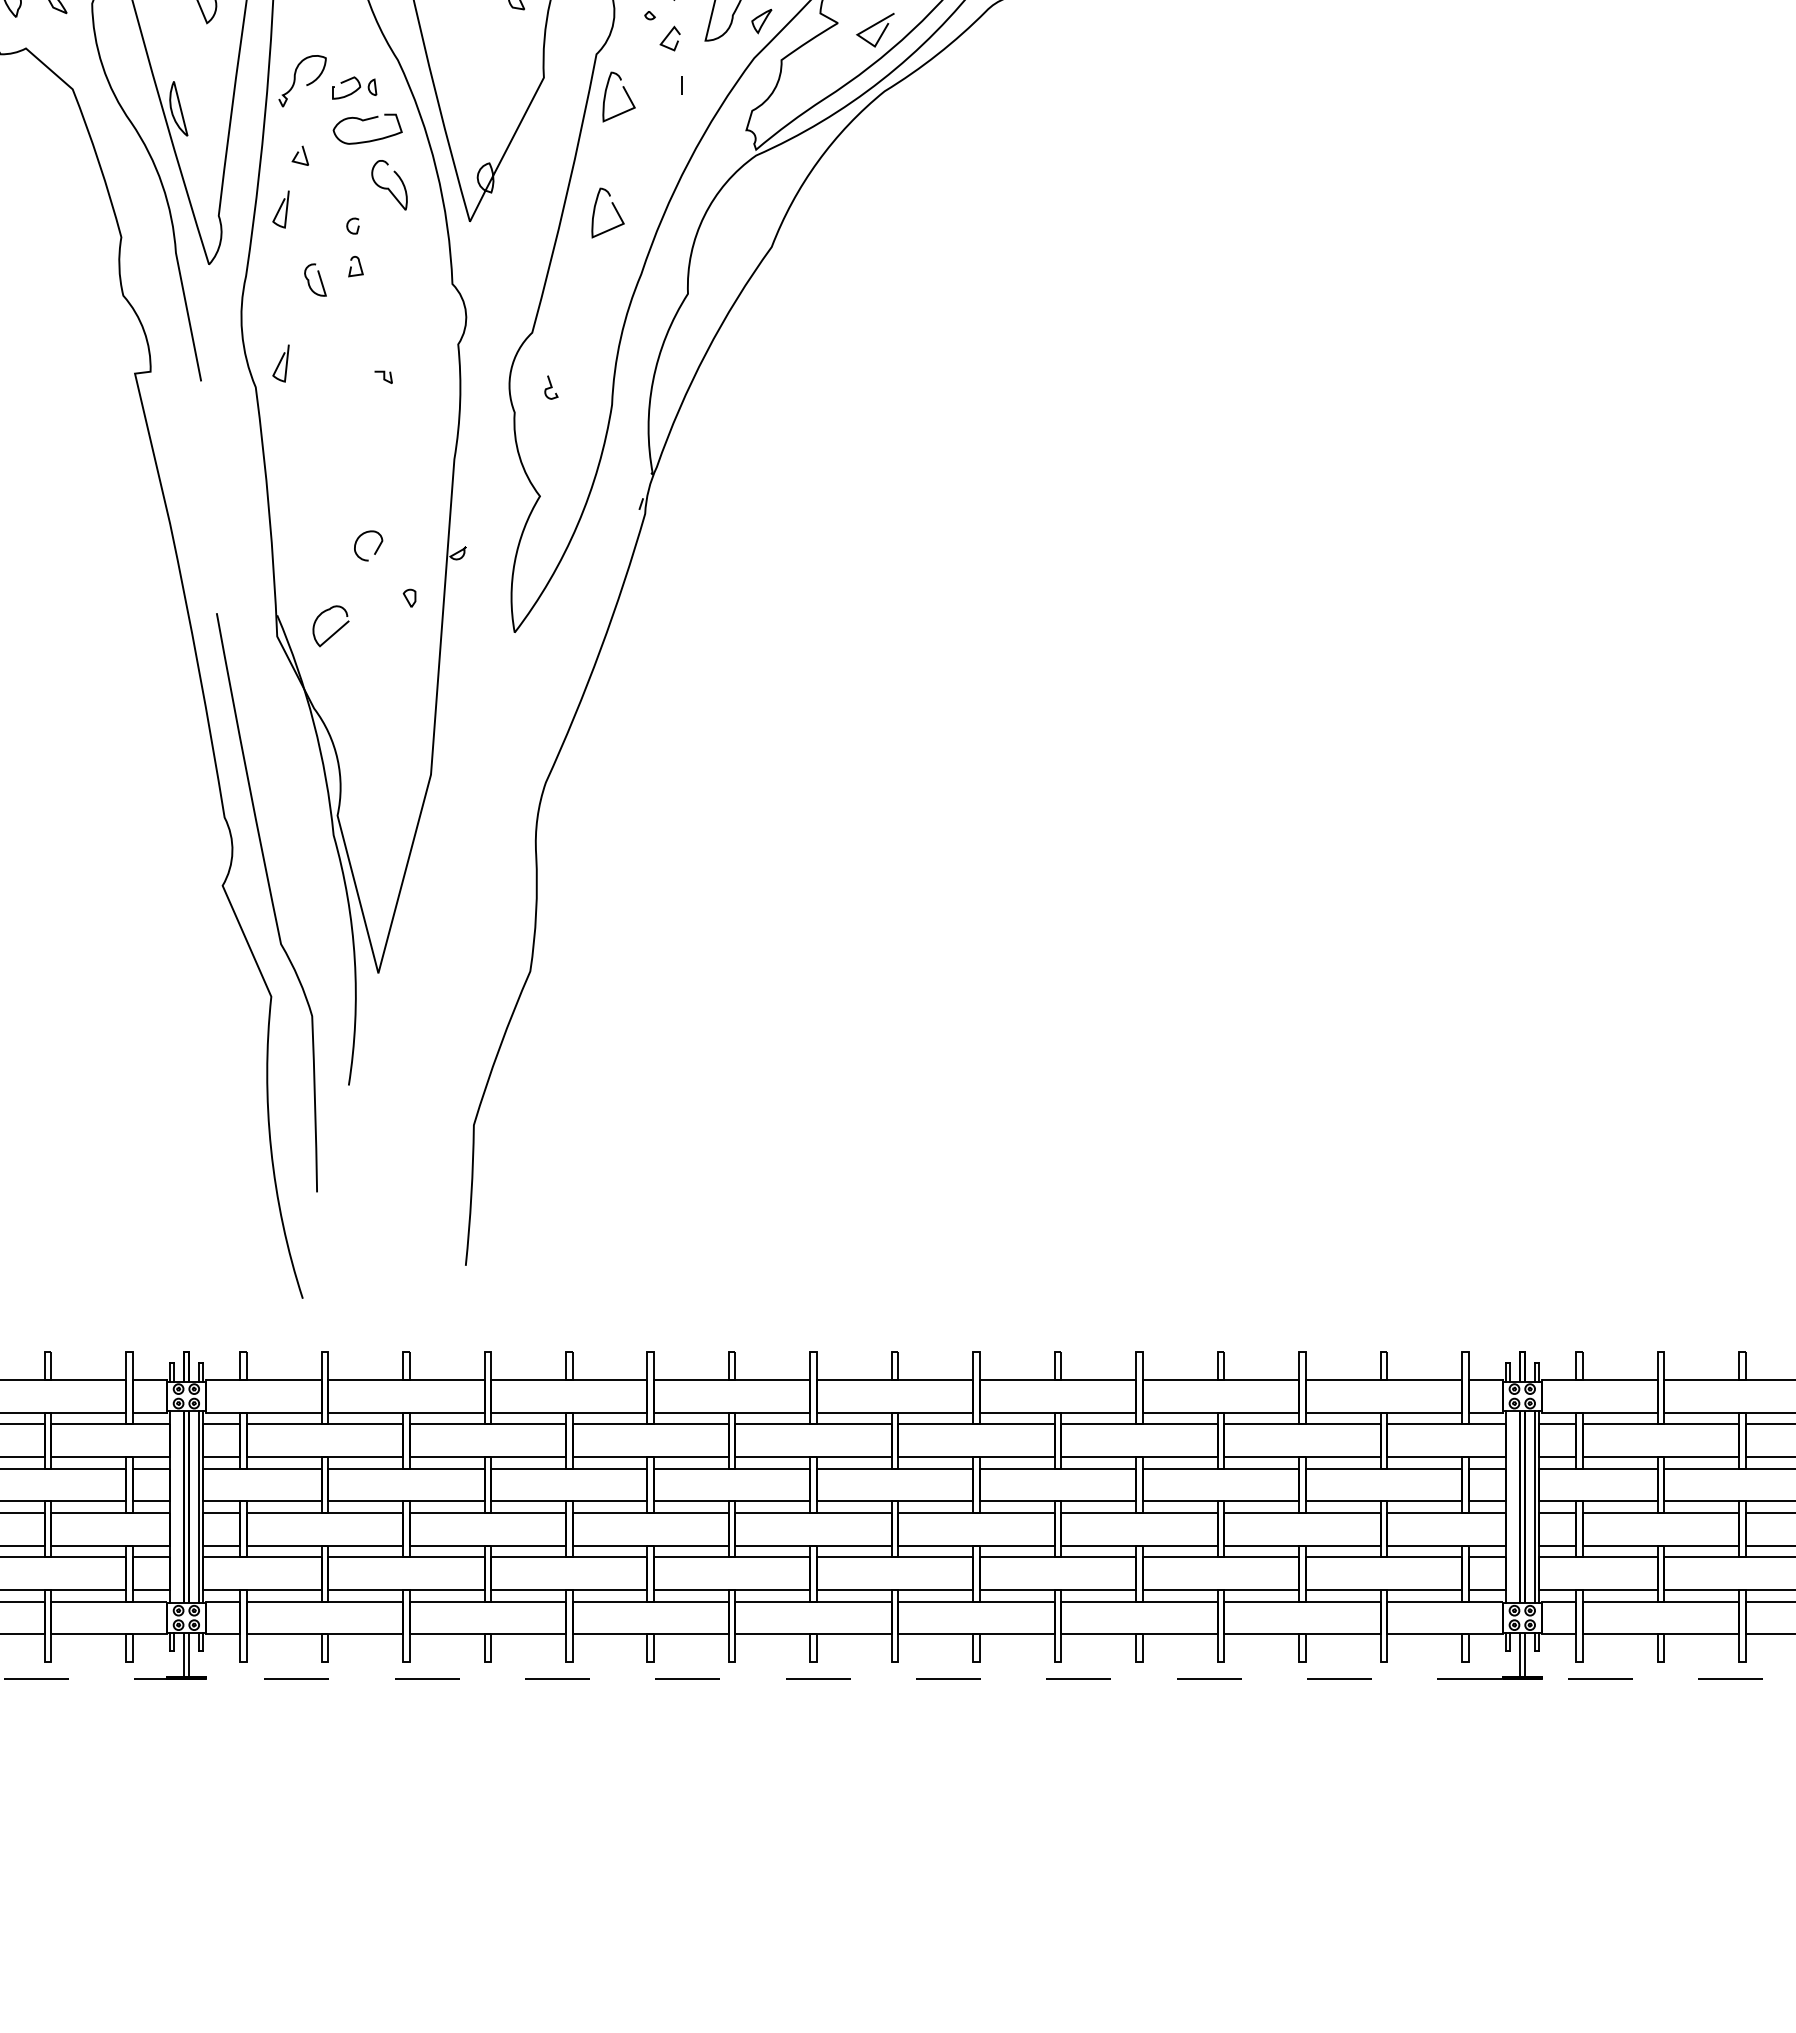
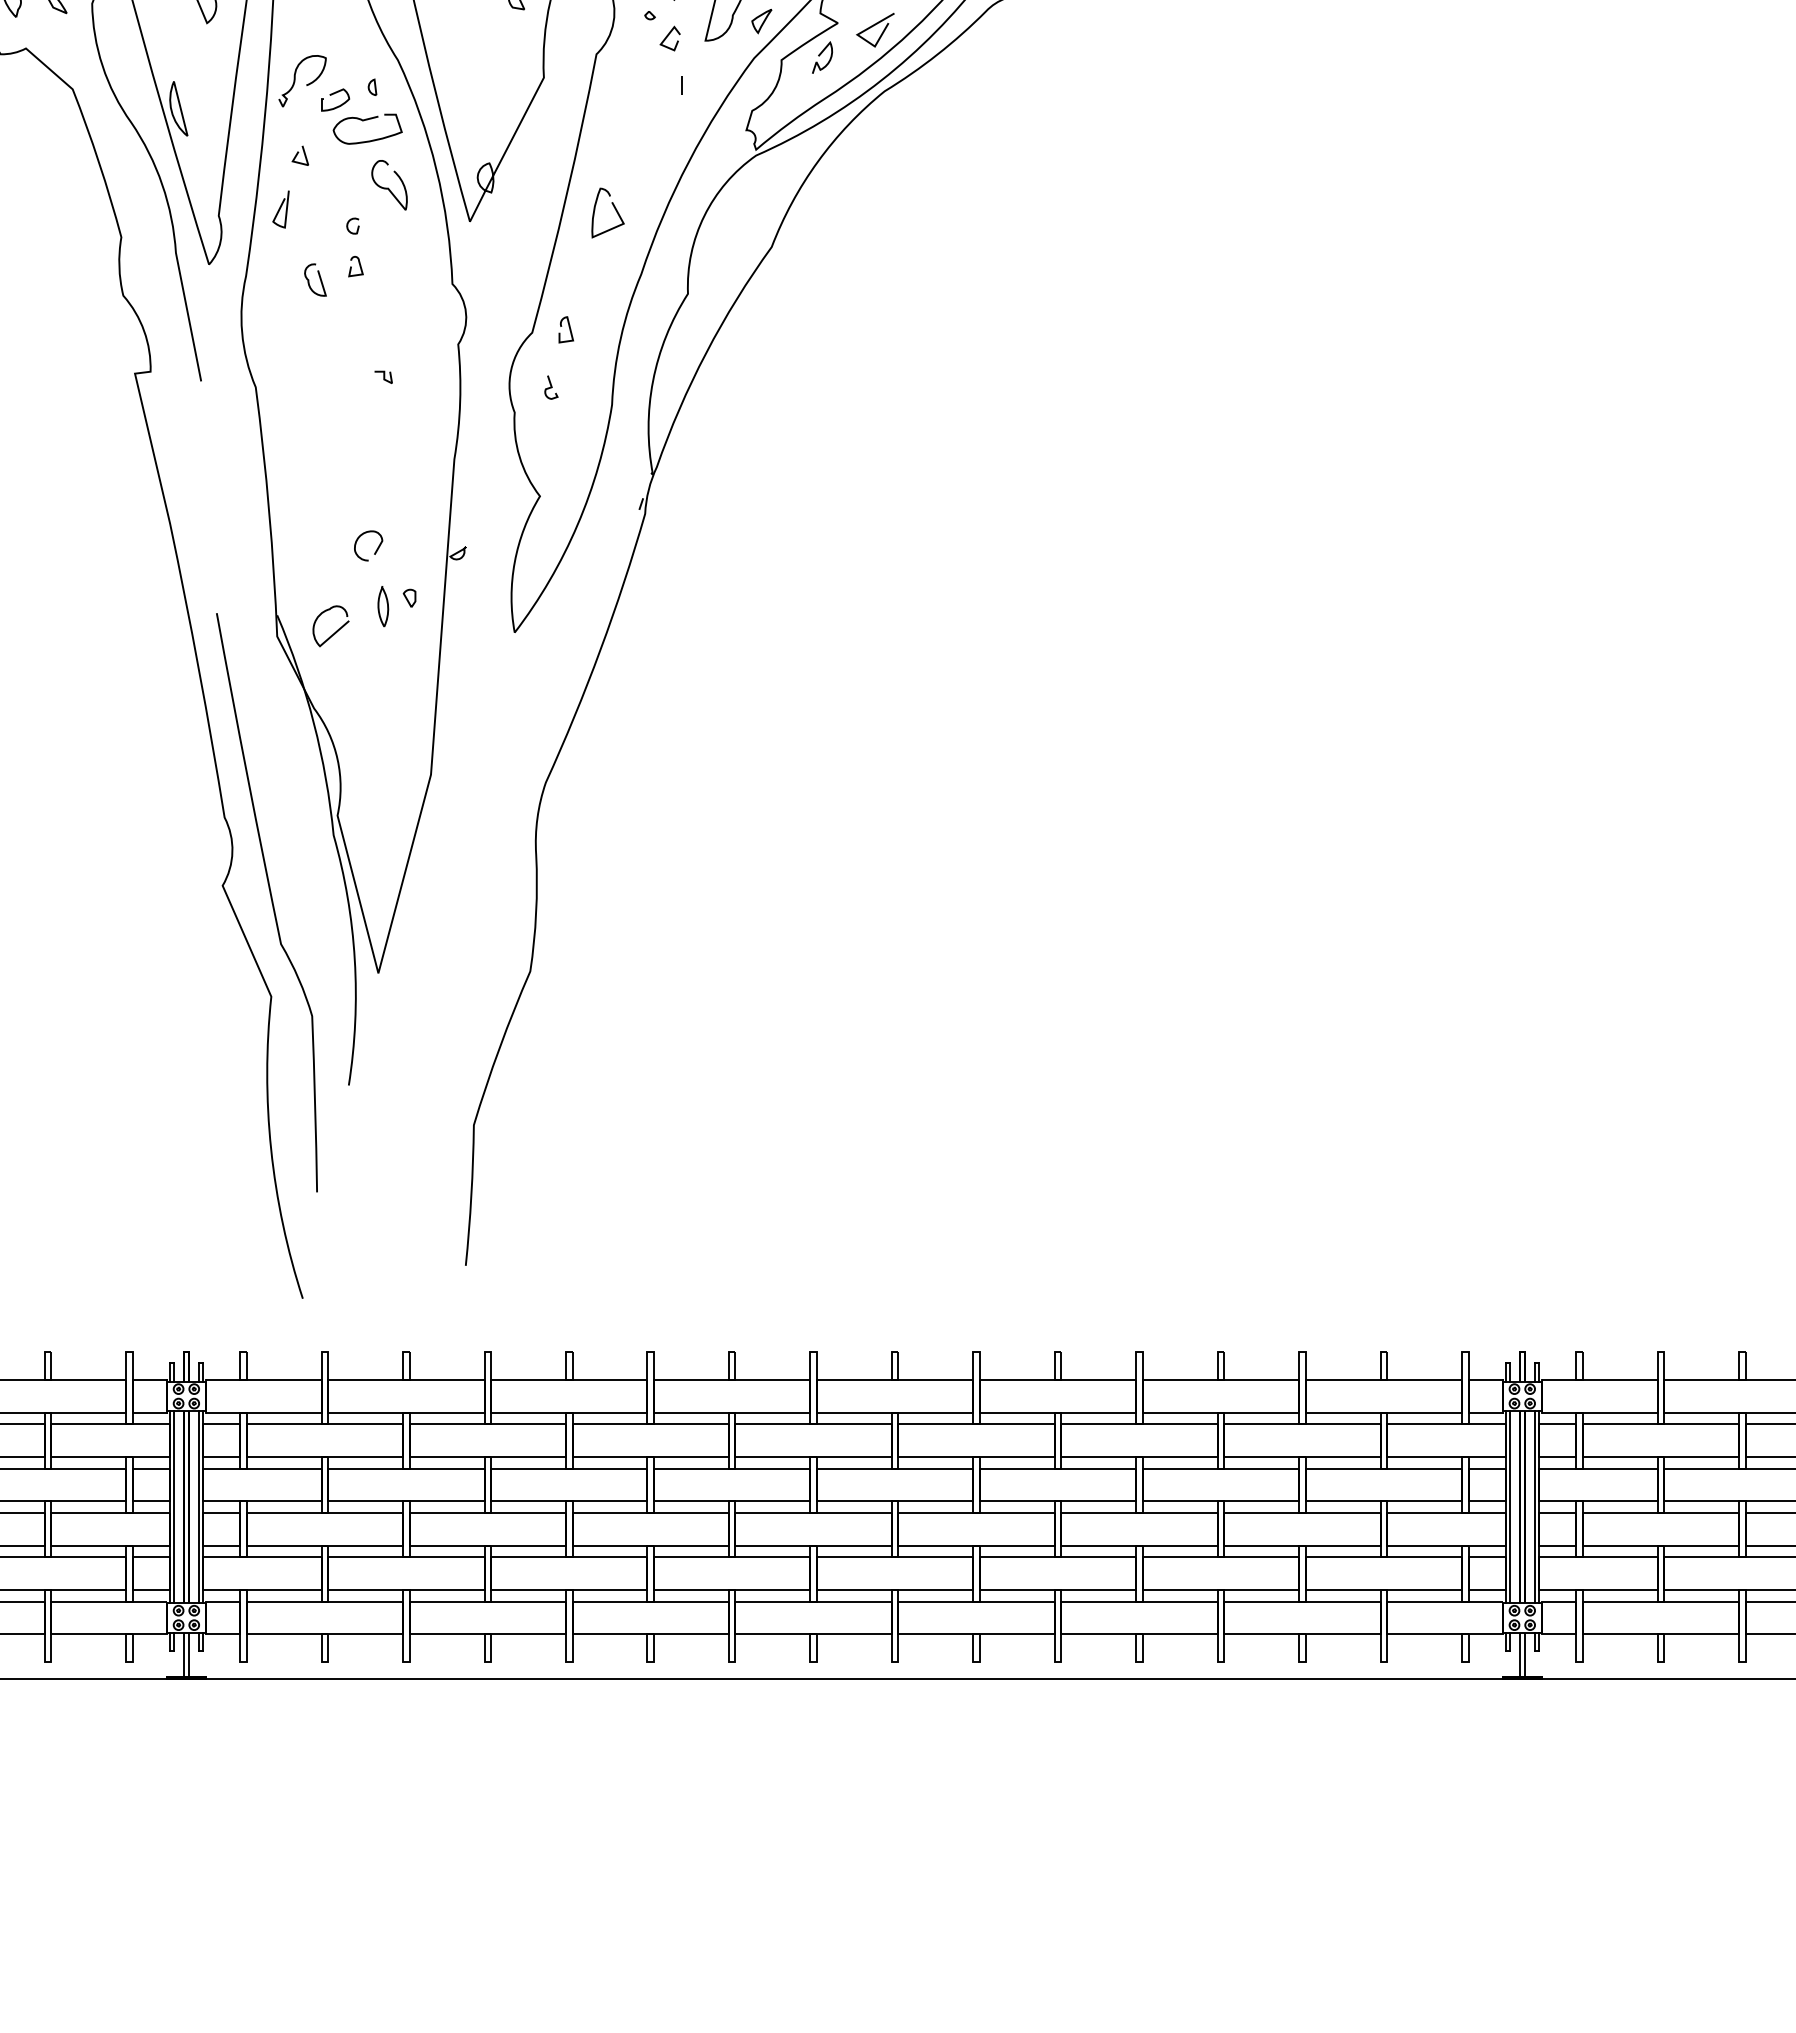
curve at (820, 55): none -> present
curve at (345, 82) position: (345, 82) -> (334, 94)
curve at (624, 91): present -> none
curve at (569, 329): none -> present
curve at (280, 363): present -> none
curve at (379, 606): none -> present
line at (174, 1507): none -> present
line at (1509, 1507): none -> present
line at (898, 1679): dashed -> solid
